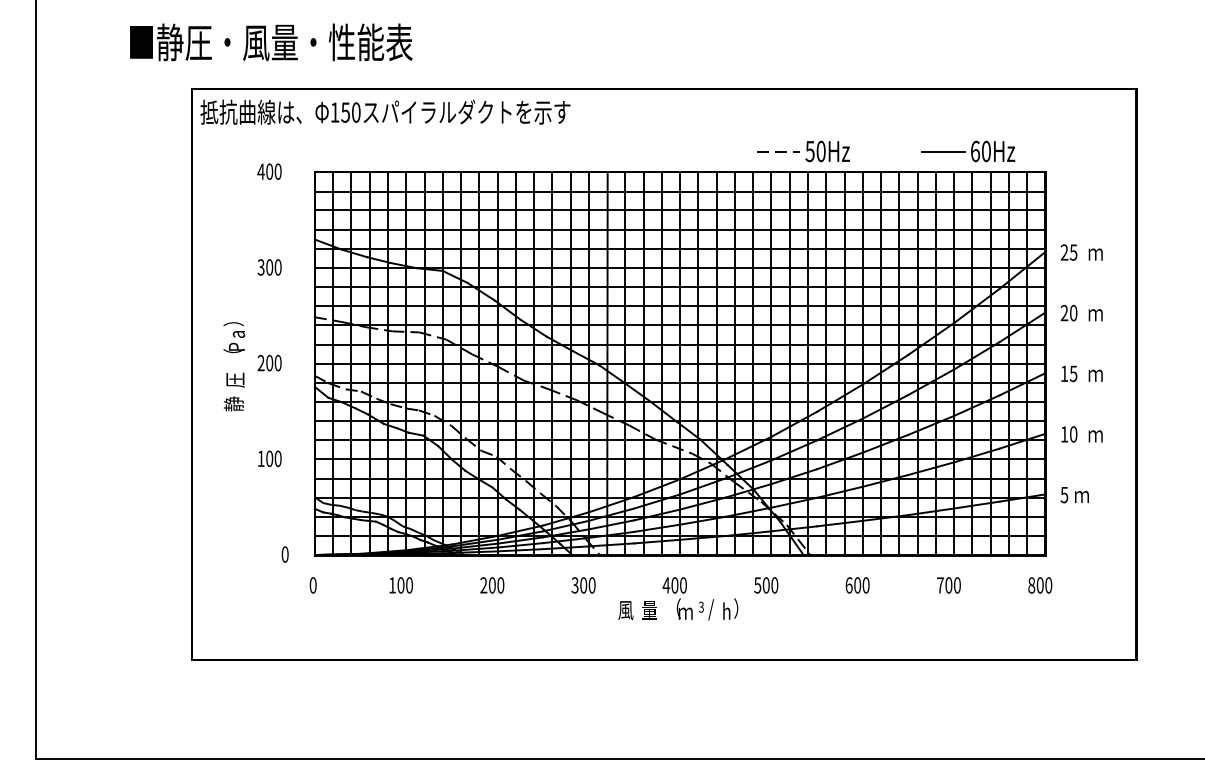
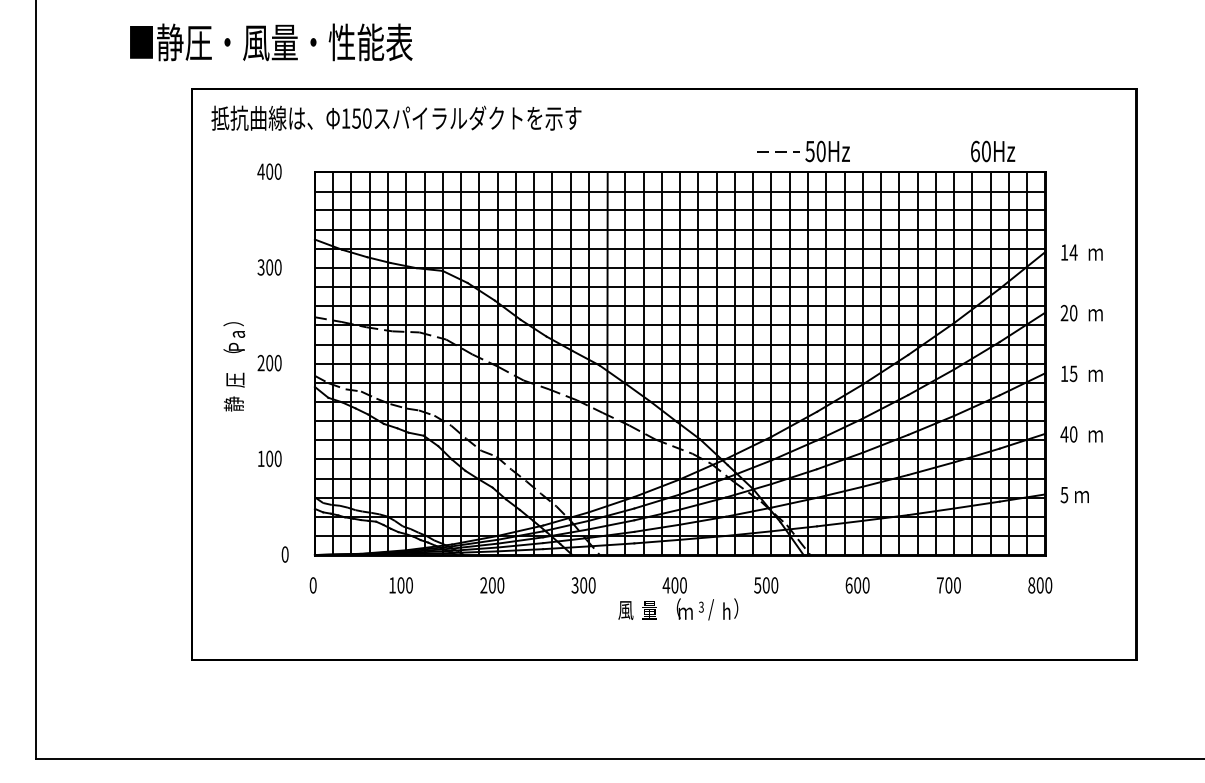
text at (385, 111) position: (385, 111) -> (396, 117)
line at (943, 152): present -> none
text at (1068, 252): 25 -> 14
text at (1064, 434): 10 -> 40
